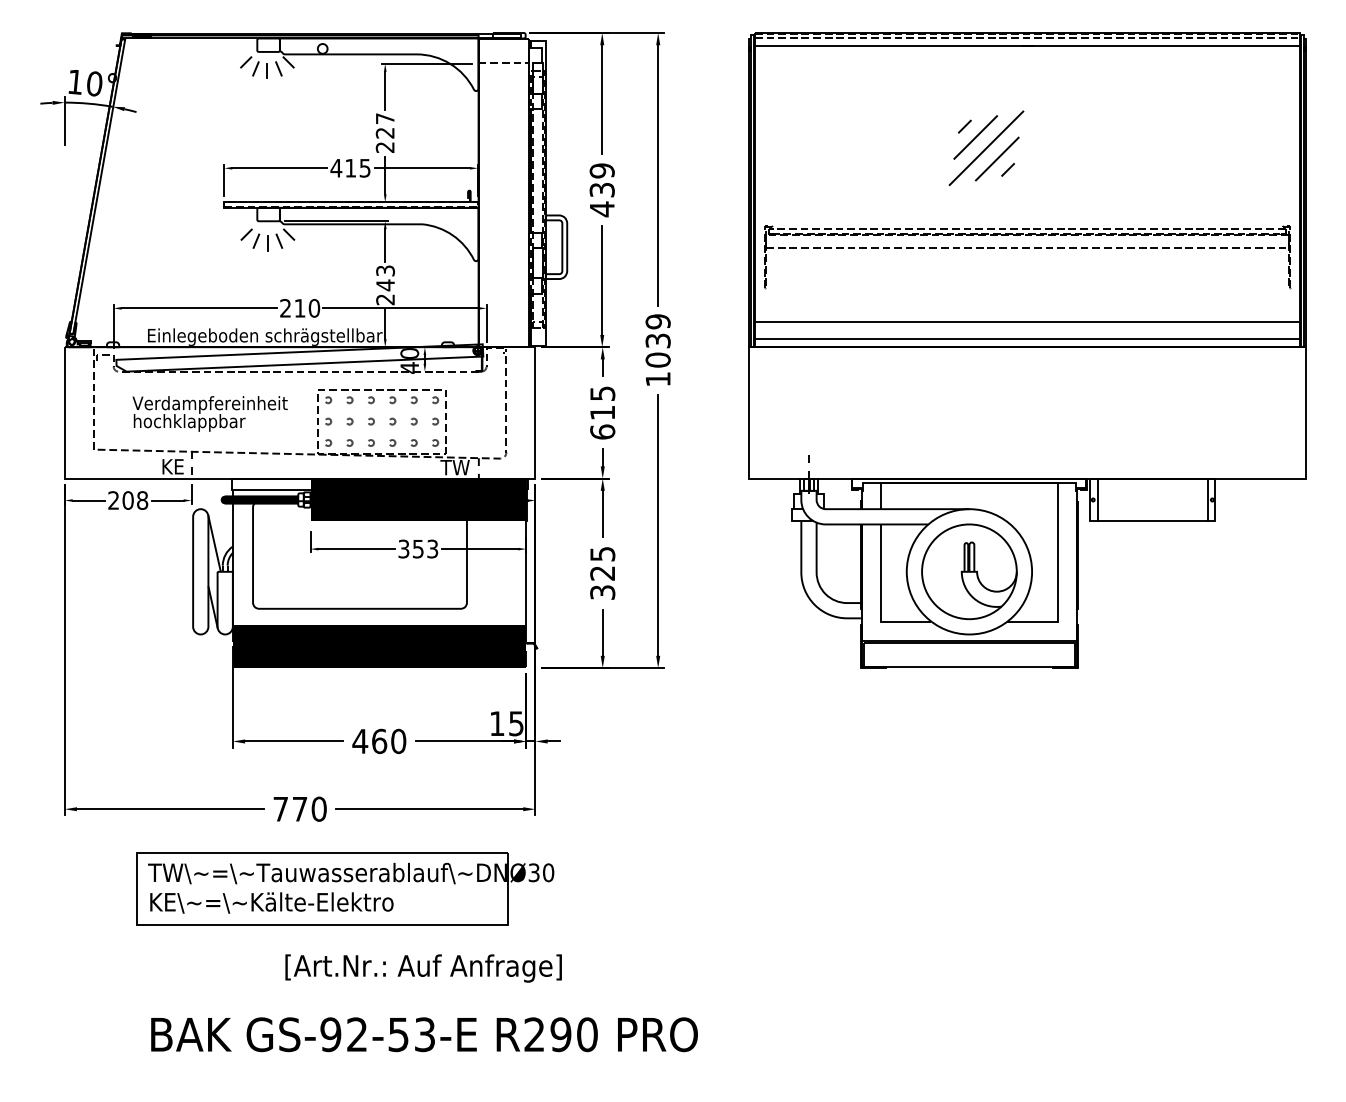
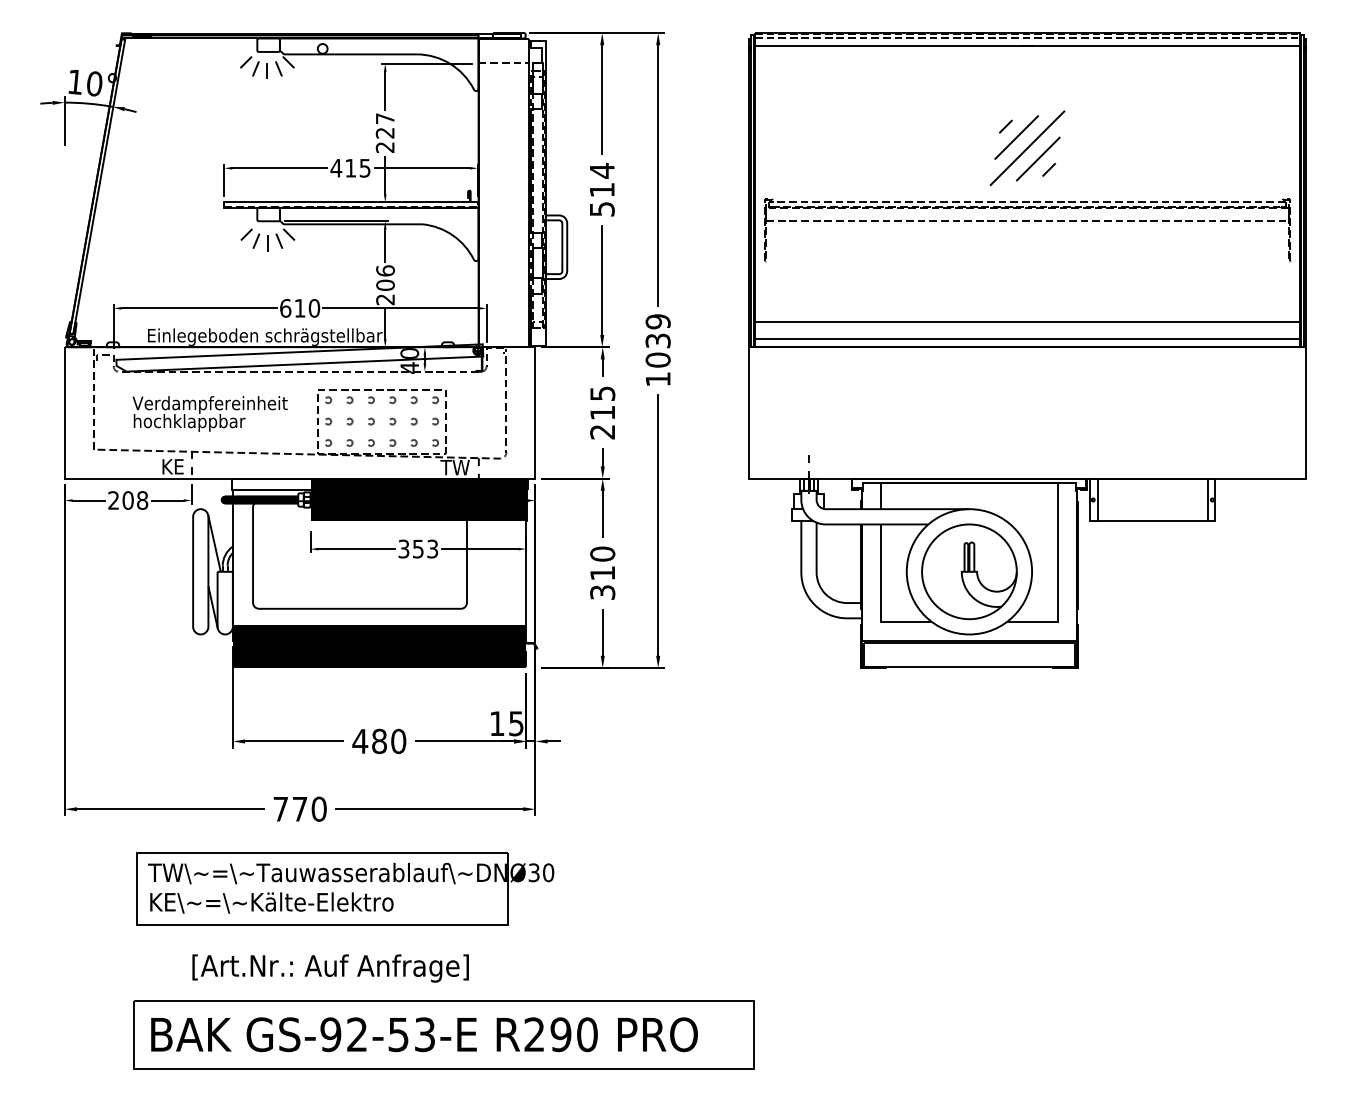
part at (986, 148) position: (986, 148) -> (1027, 148)
text at (601, 190): 439 -> 514
part at (1027, 248) position: (1027, 248) -> (1027, 221)
text at (385, 278): 243 -> 206
text at (285, 308): 210 -> 610
text at (602, 431): 615 -> 215
text at (602, 563): 325 -> 310
text at (379, 740): 460 -> 480
text at (423, 968) position: (423, 968) -> (330, 968)
part at (443, 1034): none -> present
